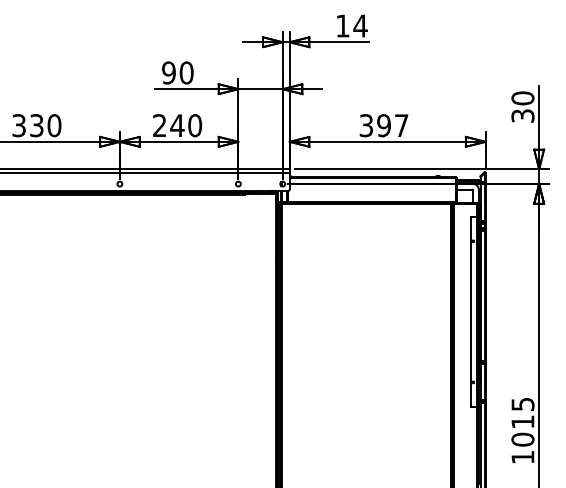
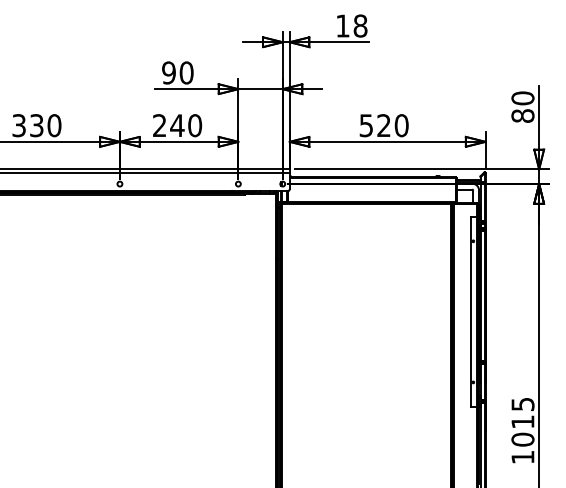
text at (360, 25): 14 -> 18
text at (522, 115): 30 -> 80
text at (384, 125): 397 -> 520
